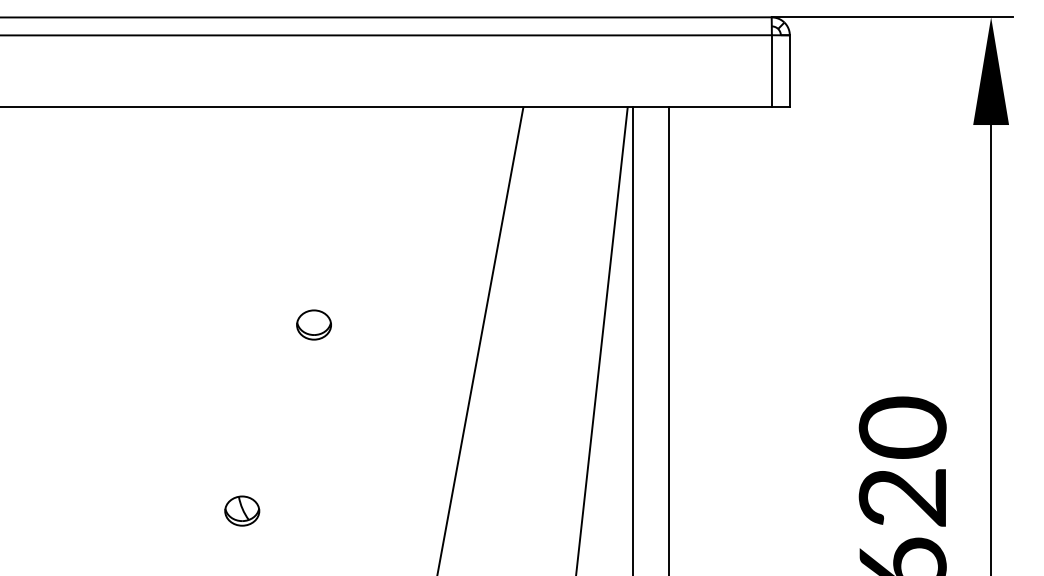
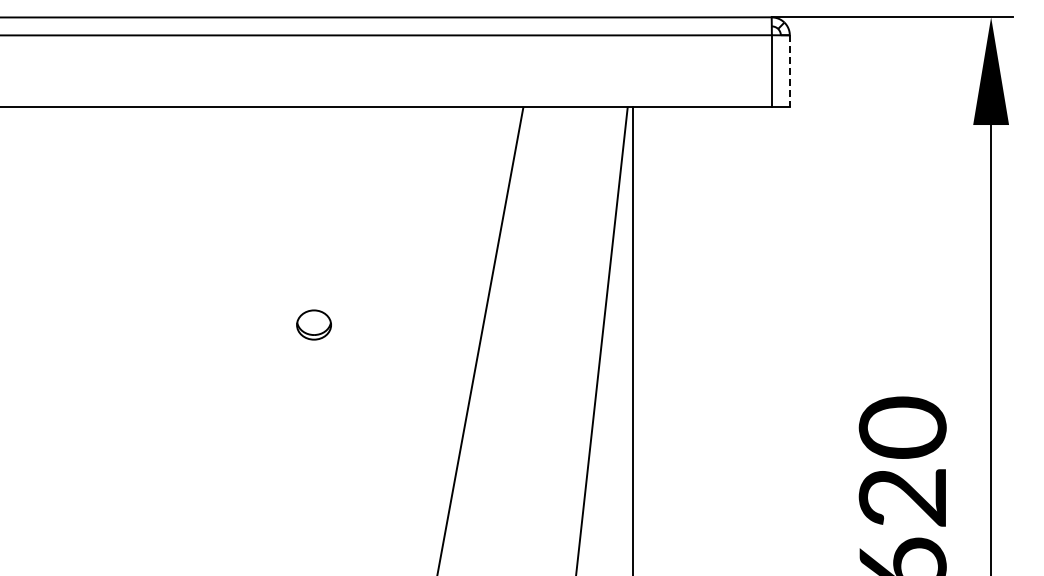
line at (789, 71): solid -> dashed
line at (668, 339): present -> none
part at (242, 510): present -> none
